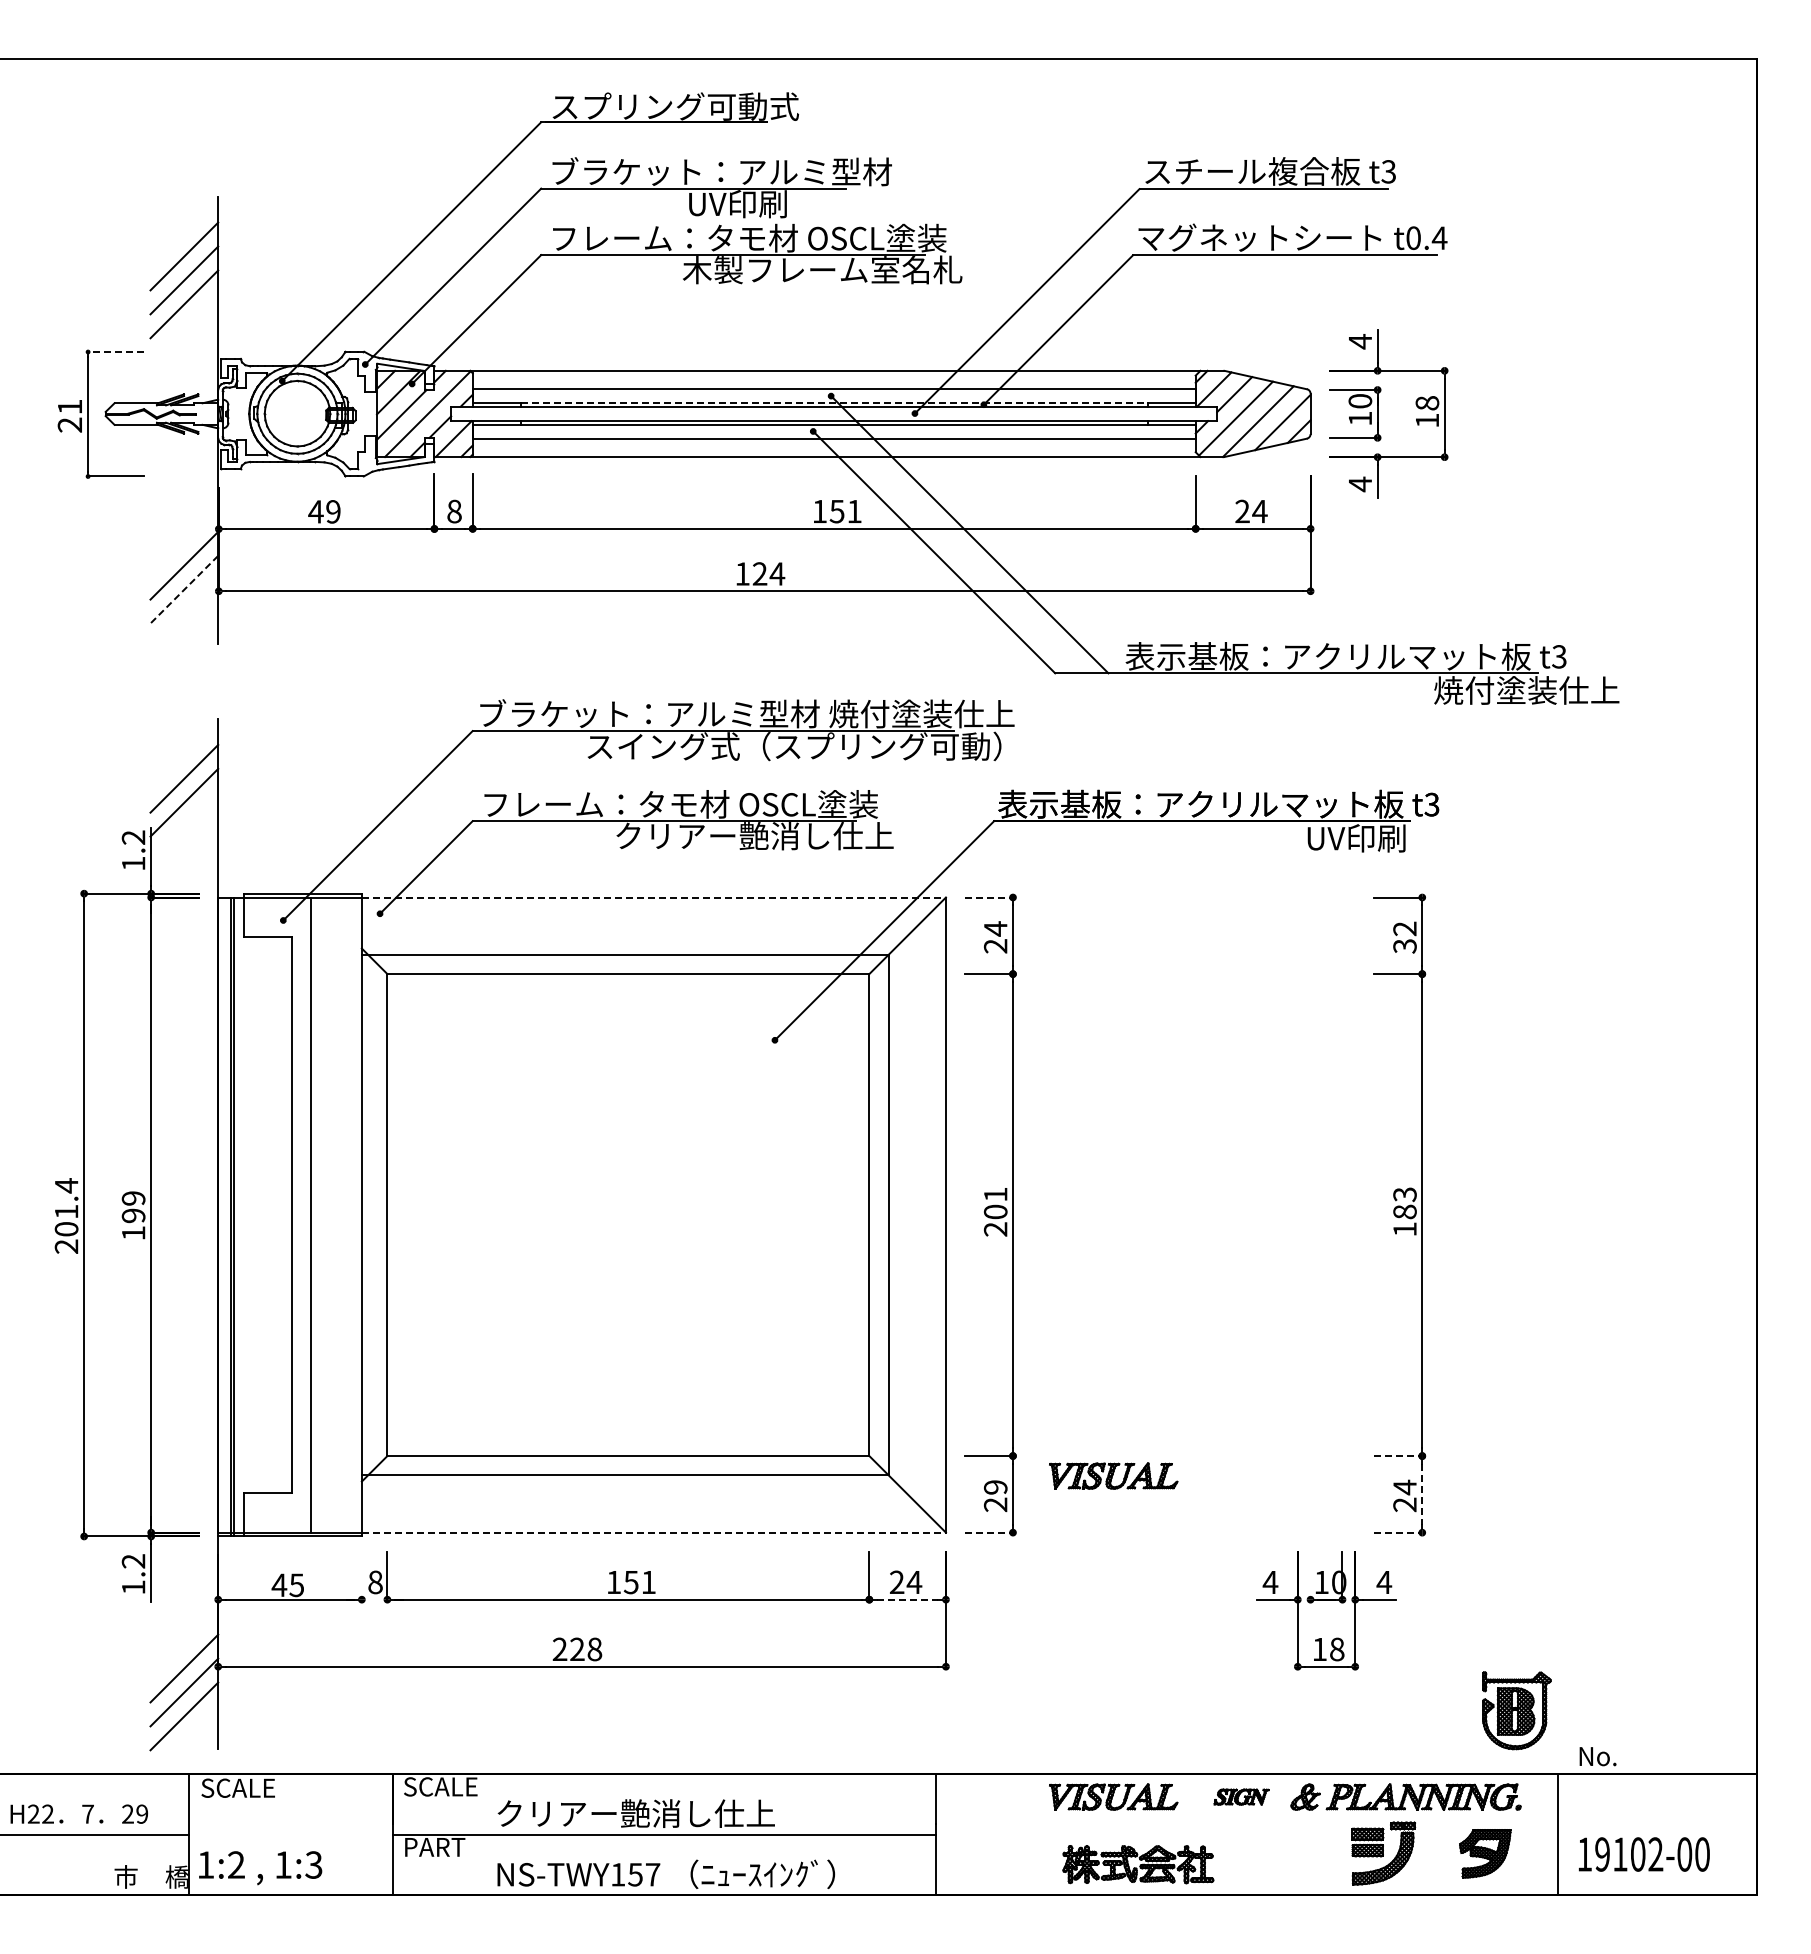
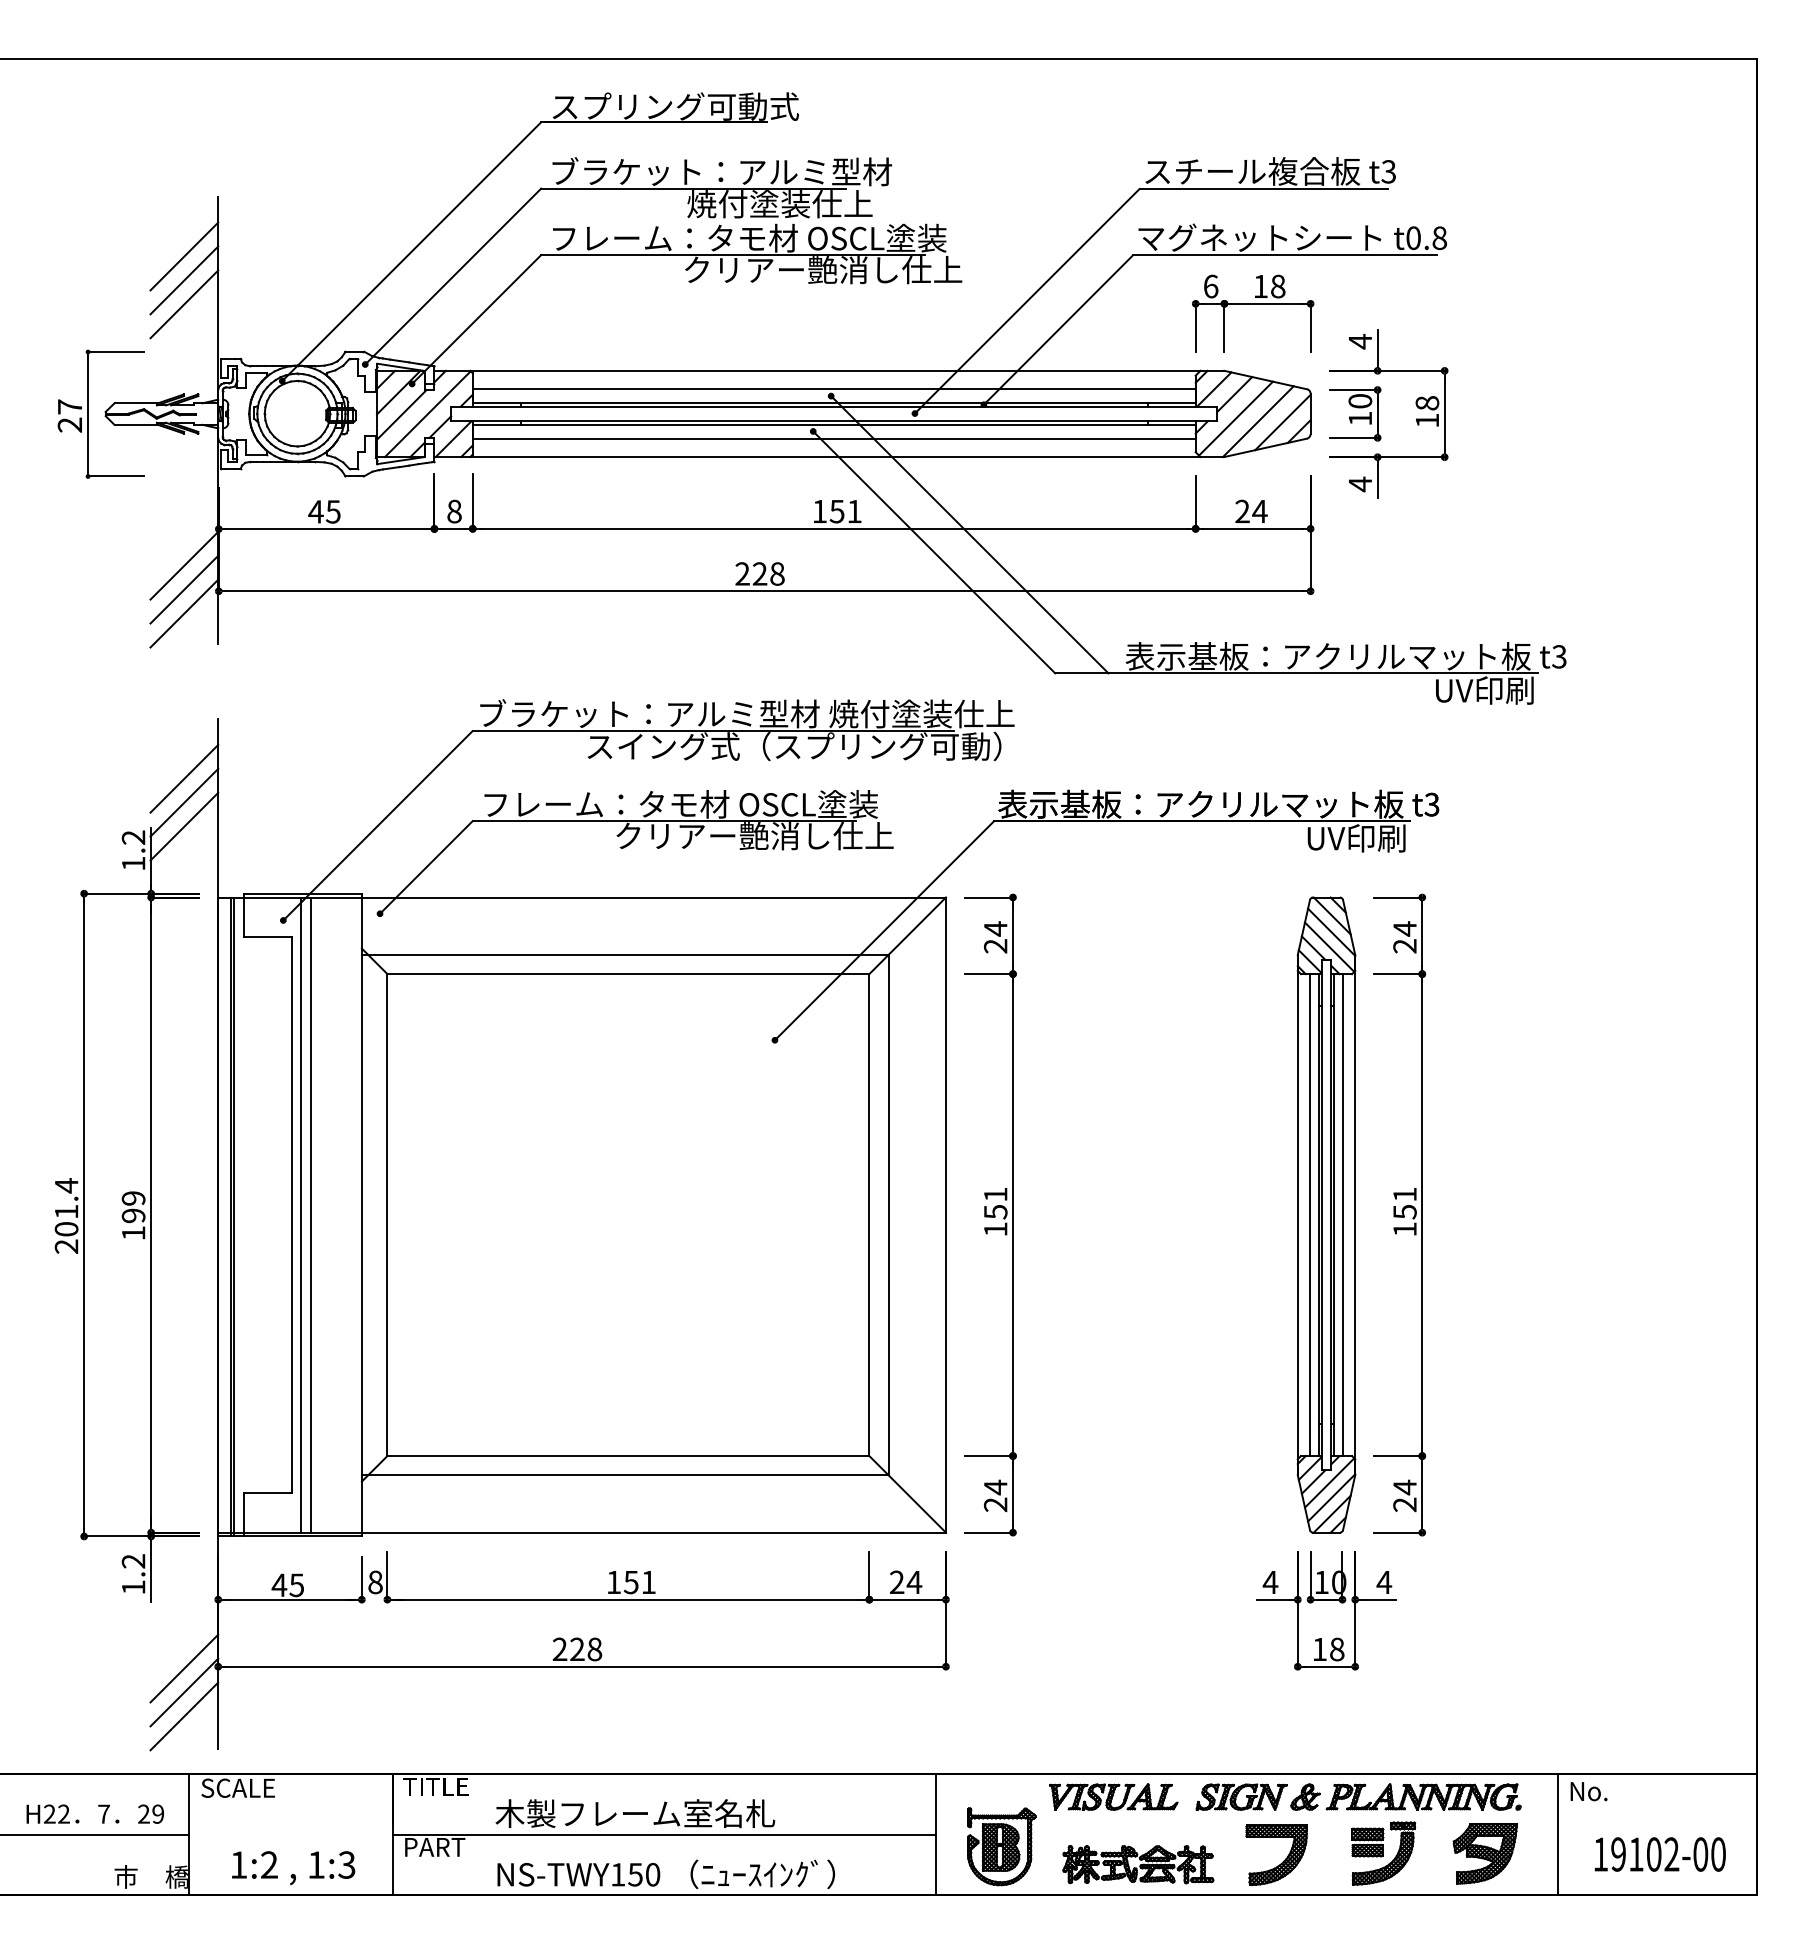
text at (779, 204): UV印刷 -> 焼付塗装仕上
text at (1439, 237): t0.4 -> t0.8
text at (822, 269): 木製フレーム室名札 -> クリアー艶消し仕上
part at (1253, 304): none -> present
line at (115, 351): dashed -> solid
line at (834, 402): dashed -> solid
text at (69, 406): 21 -> 27
text at (333, 511): 49 -> 45
text at (760, 573): 124 -> 228
line at (184, 589): dashed -> solid
line at (184, 613): none -> present
text at (1526, 690): 焼付塗装仕上 -> UV印刷
line at (184, 826): none -> present
line at (654, 897): dashed -> solid
line at (989, 897): dashed -> solid
text at (1404, 937): 32 -> 24
text at (1404, 1203): 183 -> 151
line at (301, 1214): none -> present
part at (1326, 1214): none -> present
text at (995, 1220): 201 -> 151
line at (1398, 1456): dashed -> solid
part at (1113, 1475): present -> none
text at (995, 1487): 29 -> 24
line at (1422, 1494): dashed -> solid
line at (654, 1532): dashed -> solid
line at (989, 1532): dashed -> solid
line at (1398, 1532): dashed -> solid
line at (1310, 1575): none -> present
line at (361, 1577): none -> present
line at (907, 1599): dashed -> solid
part at (1516, 1710) position: (1516, 1710) -> (1001, 1846)
text at (1597, 1756) position: (1597, 1756) -> (1588, 1791)
text at (440, 1786): SCALE -> TITLE
part at (1241, 1796) size: 57x18 px -> 93x28 px
text at (78, 1813) position: (78, 1813) -> (94, 1813)
text at (635, 1813): クリアー艶消し仕上 -> 木製フレーム室名札
part at (1485, 1853) size: 53x50 px -> 66x62 px
text at (1643, 1854) position: (1643, 1854) -> (1659, 1854)
part at (1283, 1860): none -> present
text at (260, 1868) position: (260, 1868) -> (293, 1868)
text at (653, 1874): NS-TWY157 -> NS-TWY150
